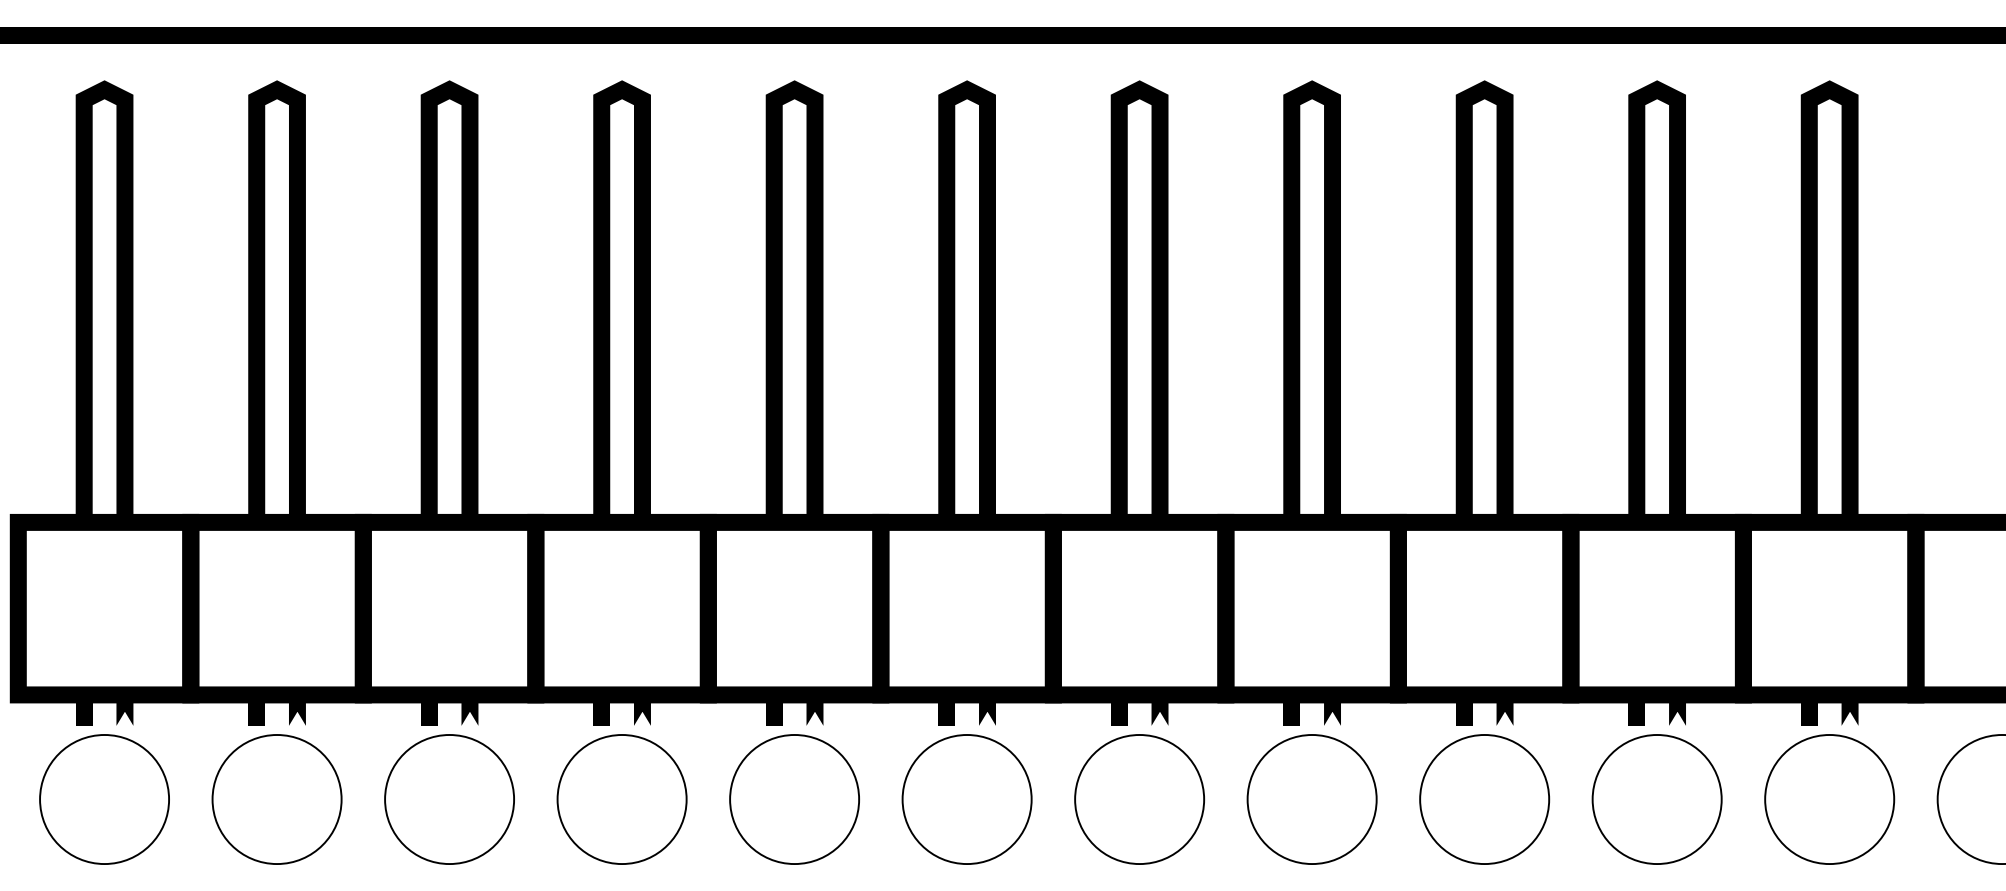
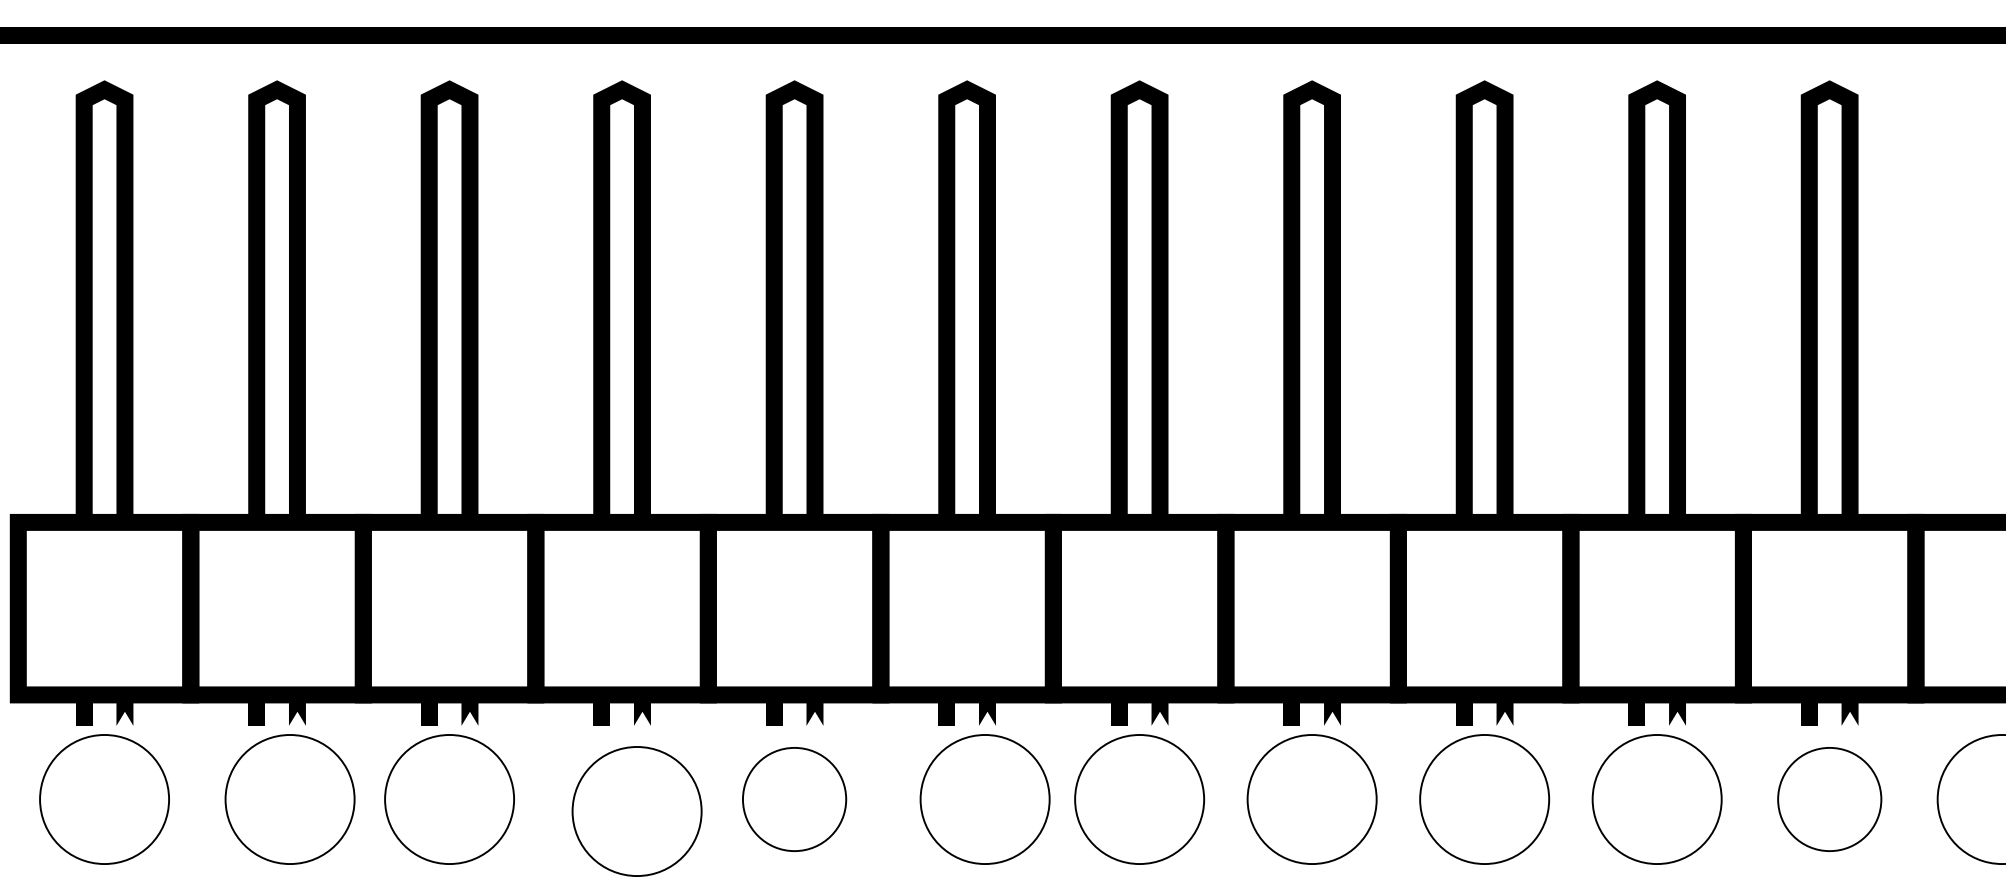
part at (276, 799) position: (276, 799) -> (289, 799)
part at (621, 799) position: (621, 799) -> (636, 811)
part at (794, 799) size: 131x131 px -> 106x105 px
part at (966, 799) position: (966, 799) -> (984, 799)
part at (1829, 799) size: 132x131 px -> 106x105 px
